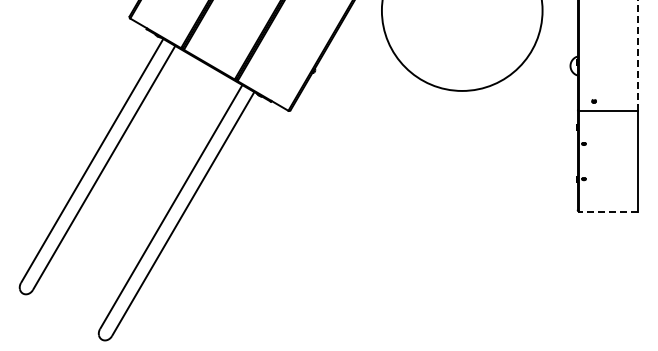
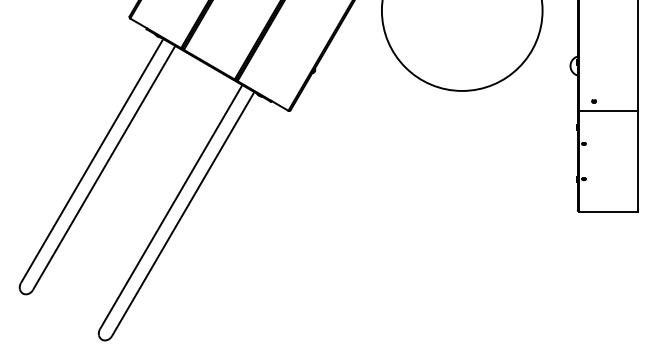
line at (638, 55): dashed -> solid
line at (608, 211): dashed -> solid
